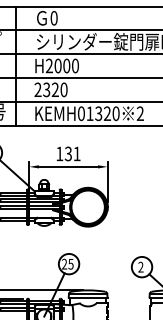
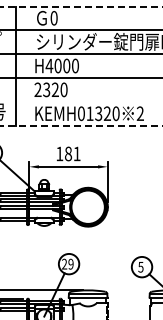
line at (81, 6): solid -> dashed
text at (49, 65): H2000 -> H4000
line at (80, 101): present -> none
line at (81, 125): solid -> dashed
text at (68, 153): 131 -> 181
text at (70, 263): 25 -> 29
text at (140, 266): 2 -> 5
